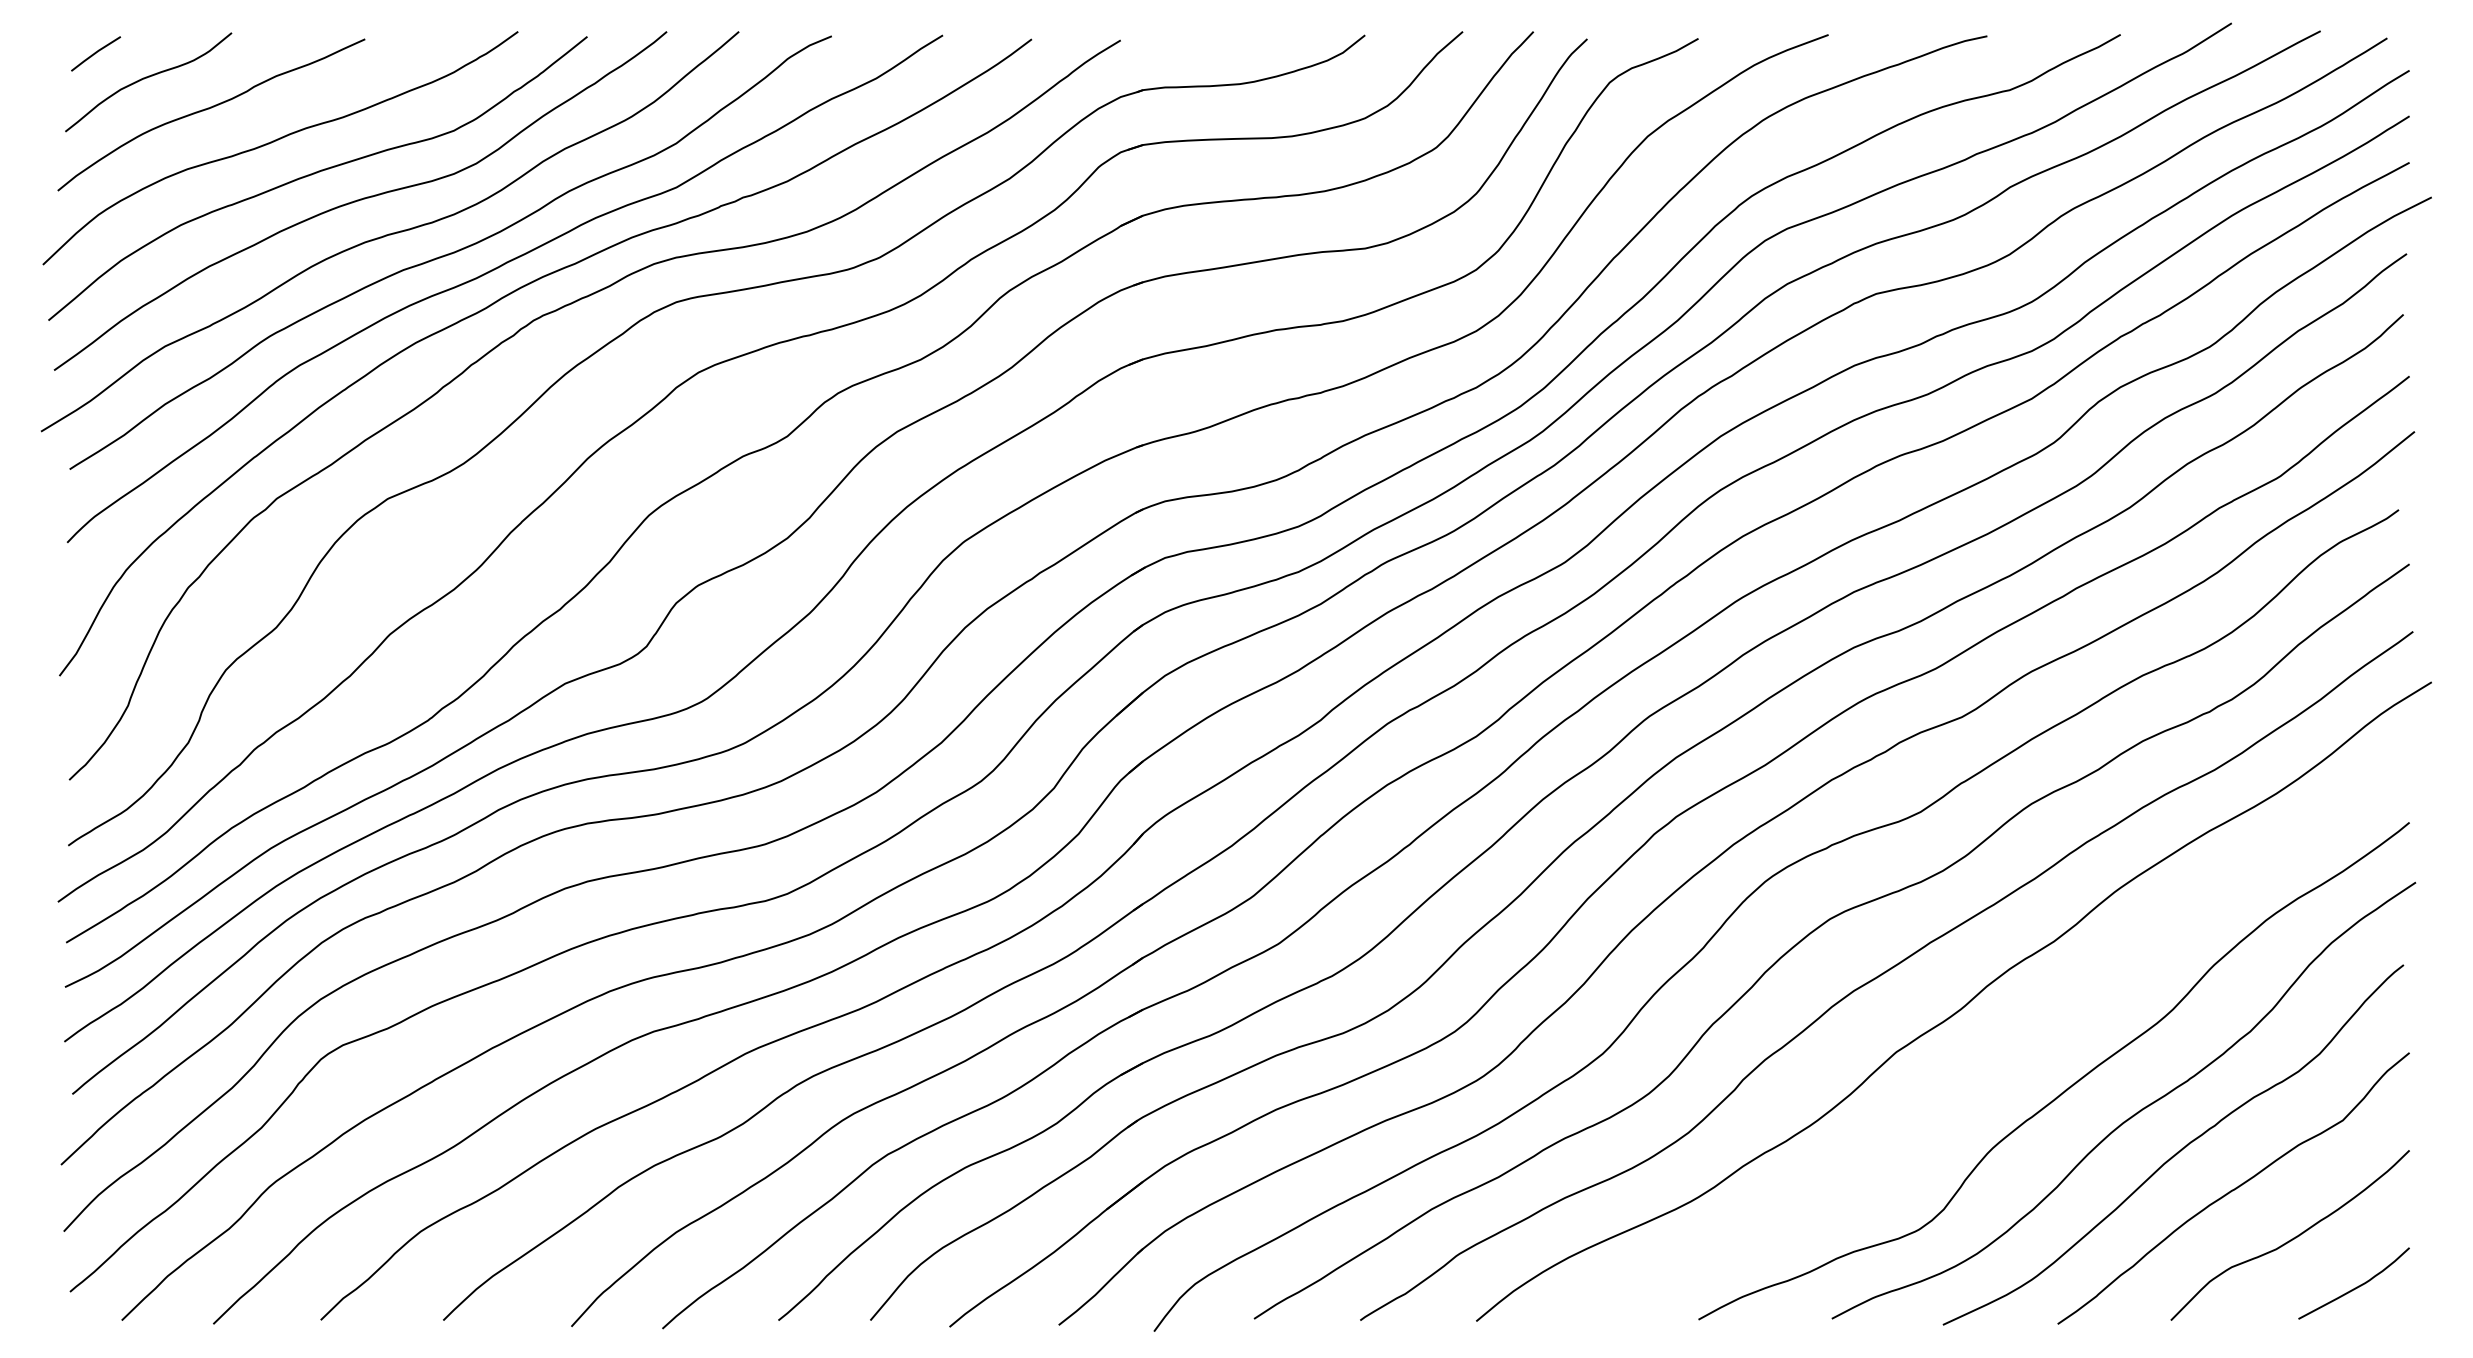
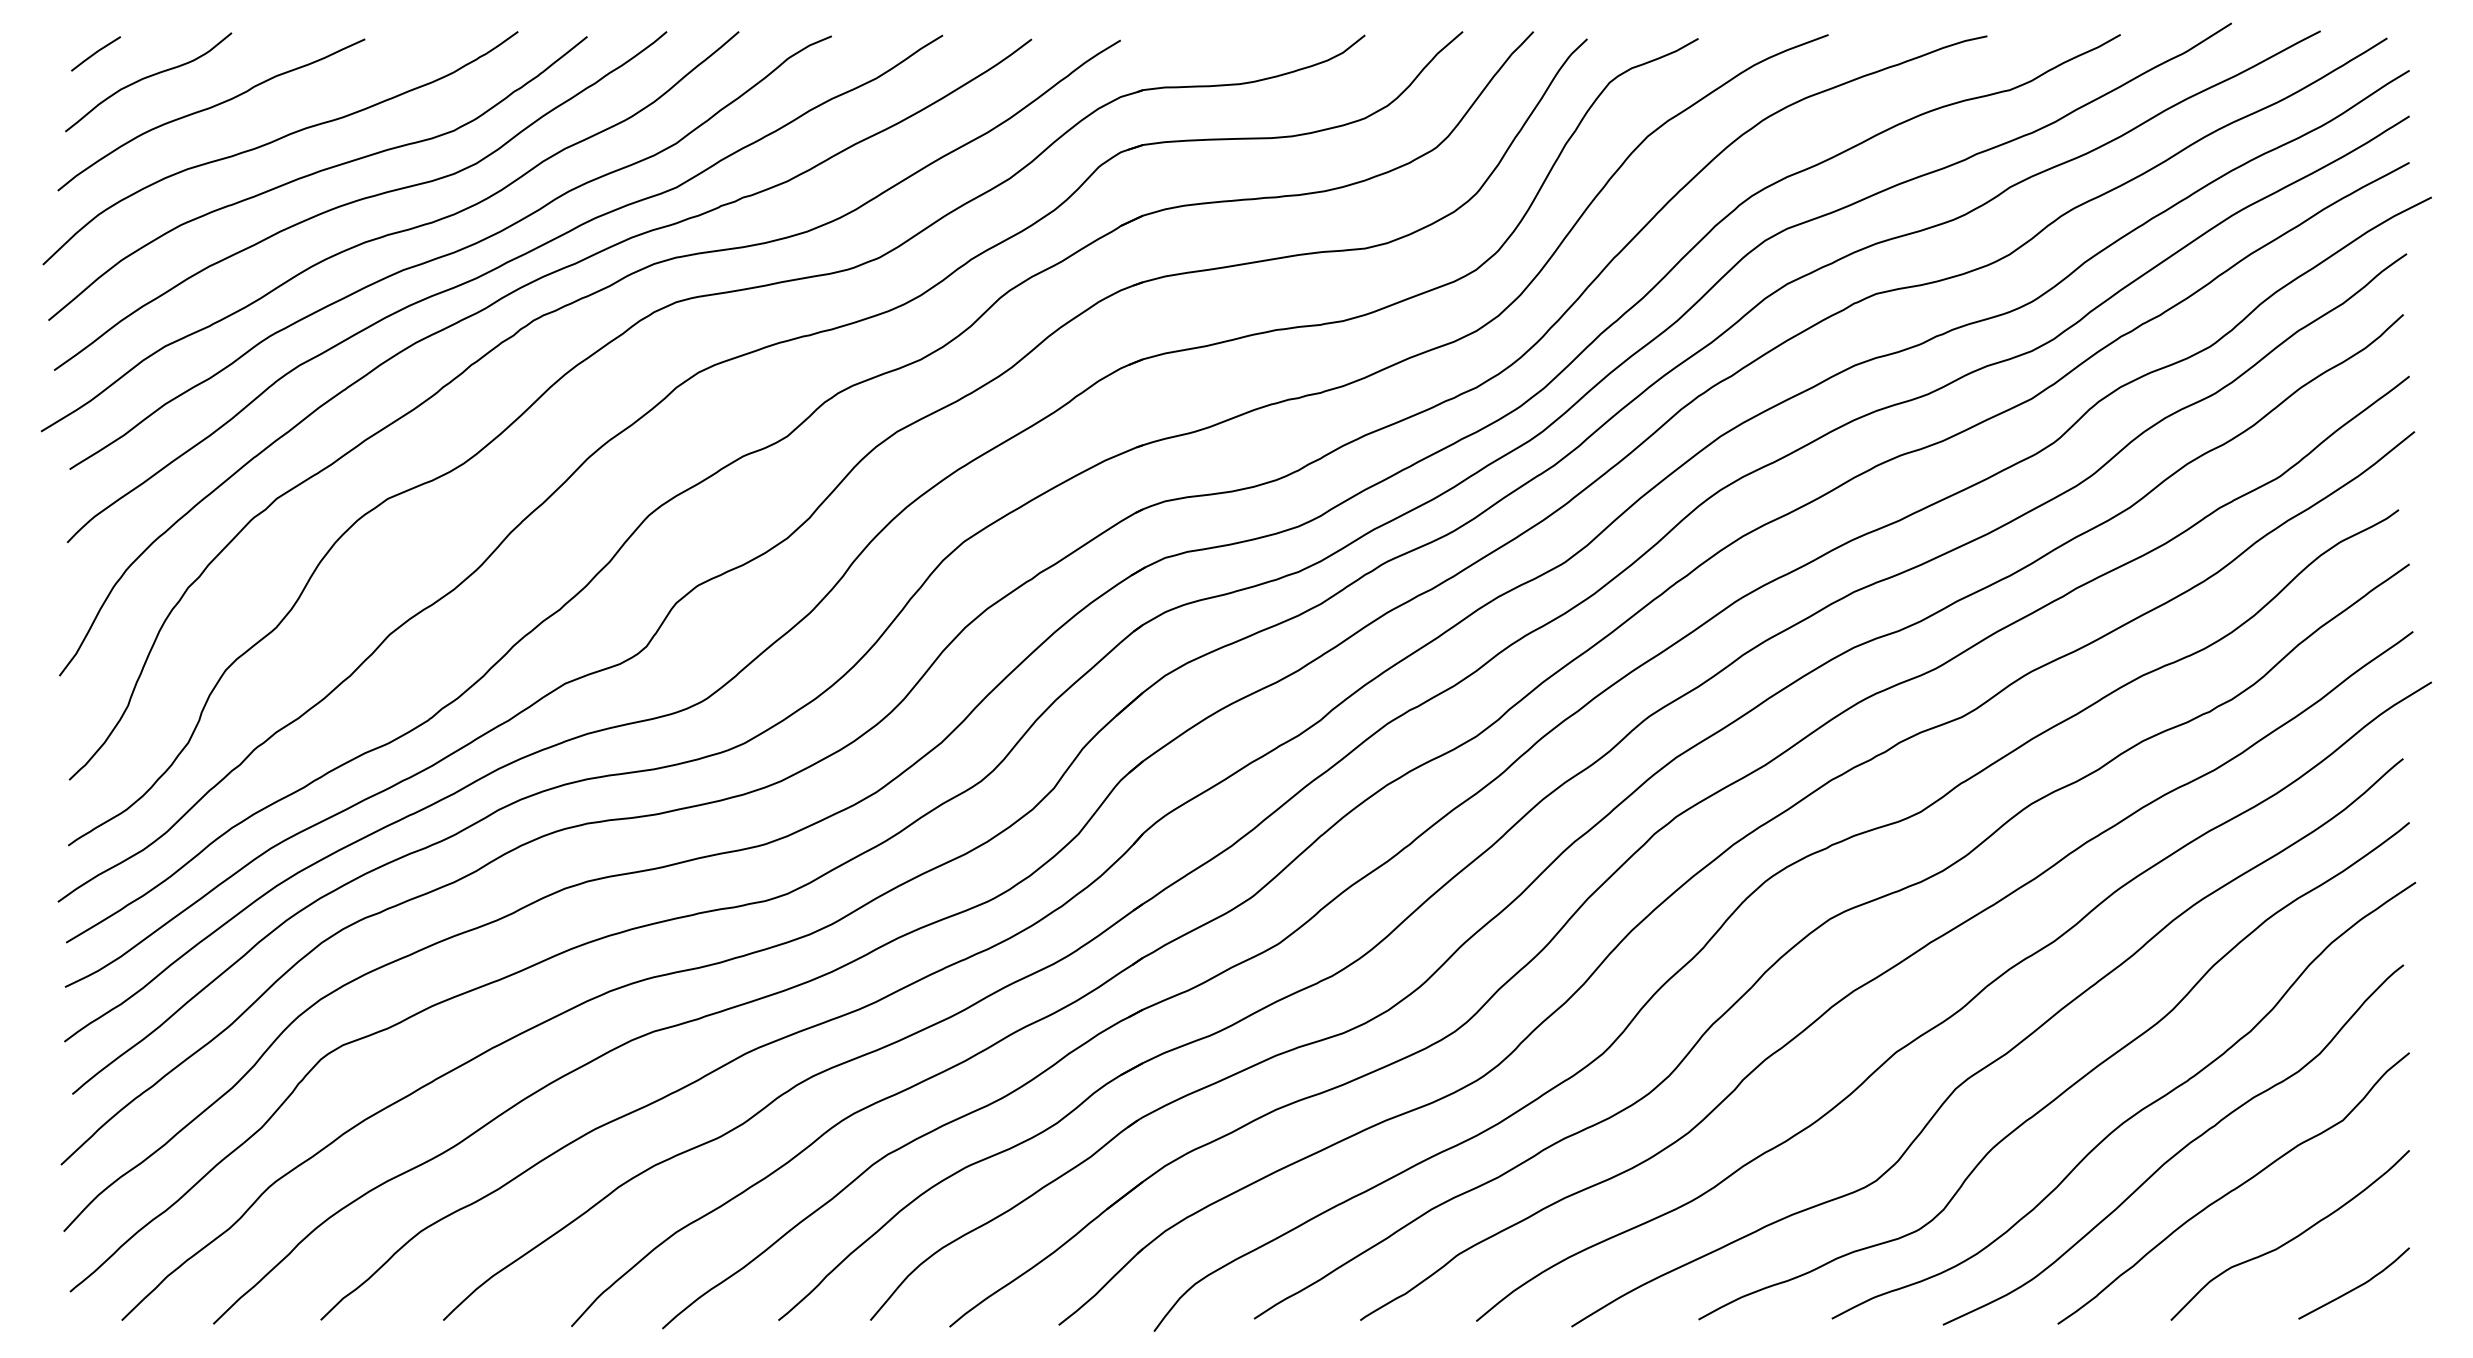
curve at (1998, 1057): none -> present
